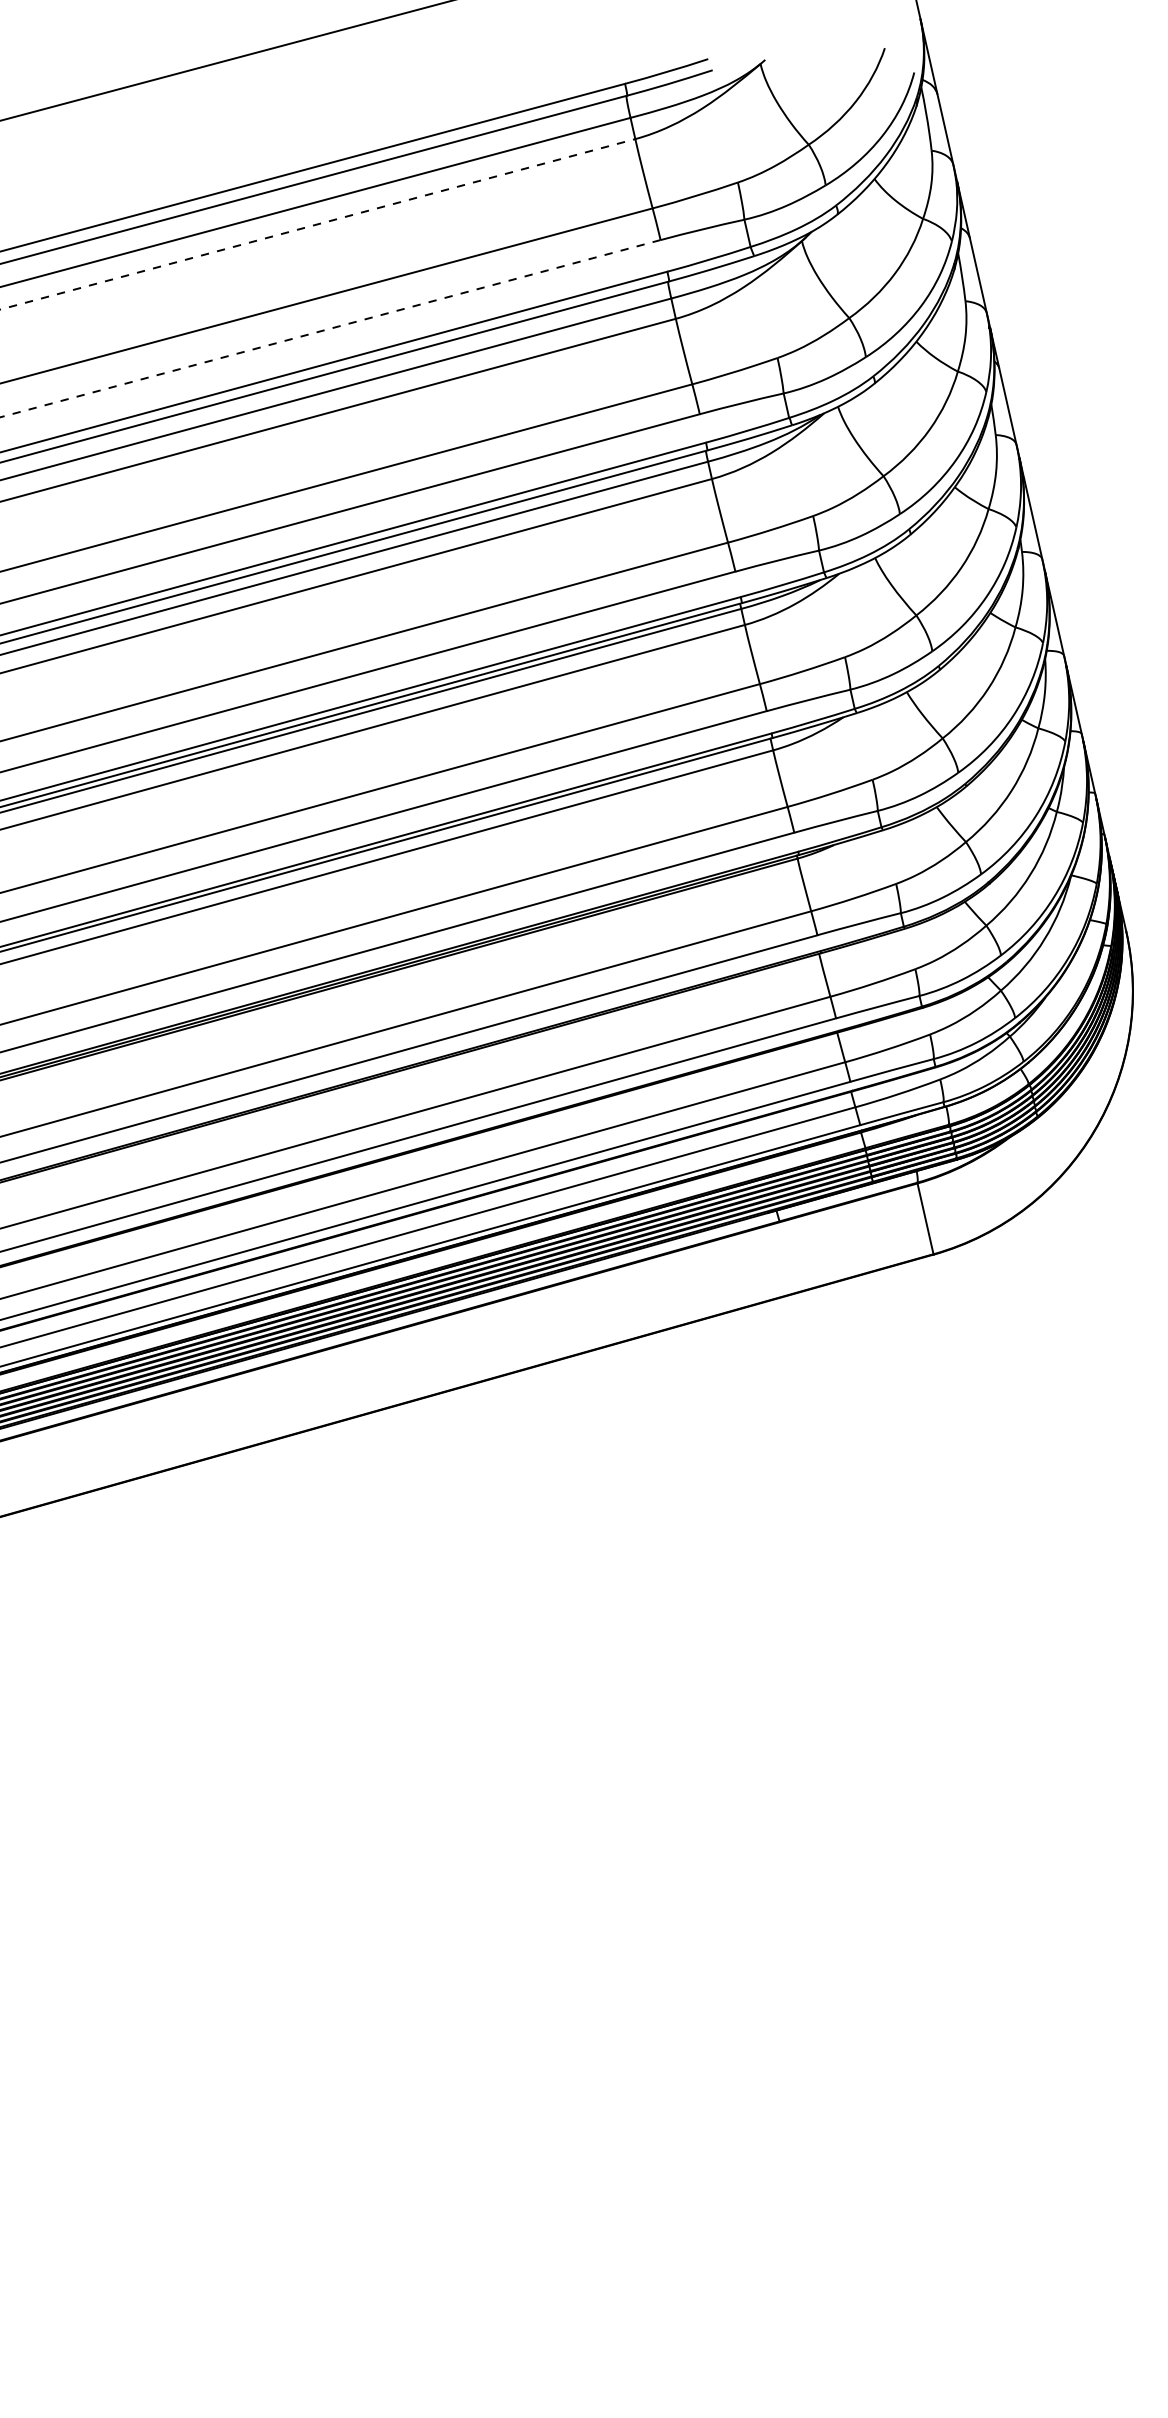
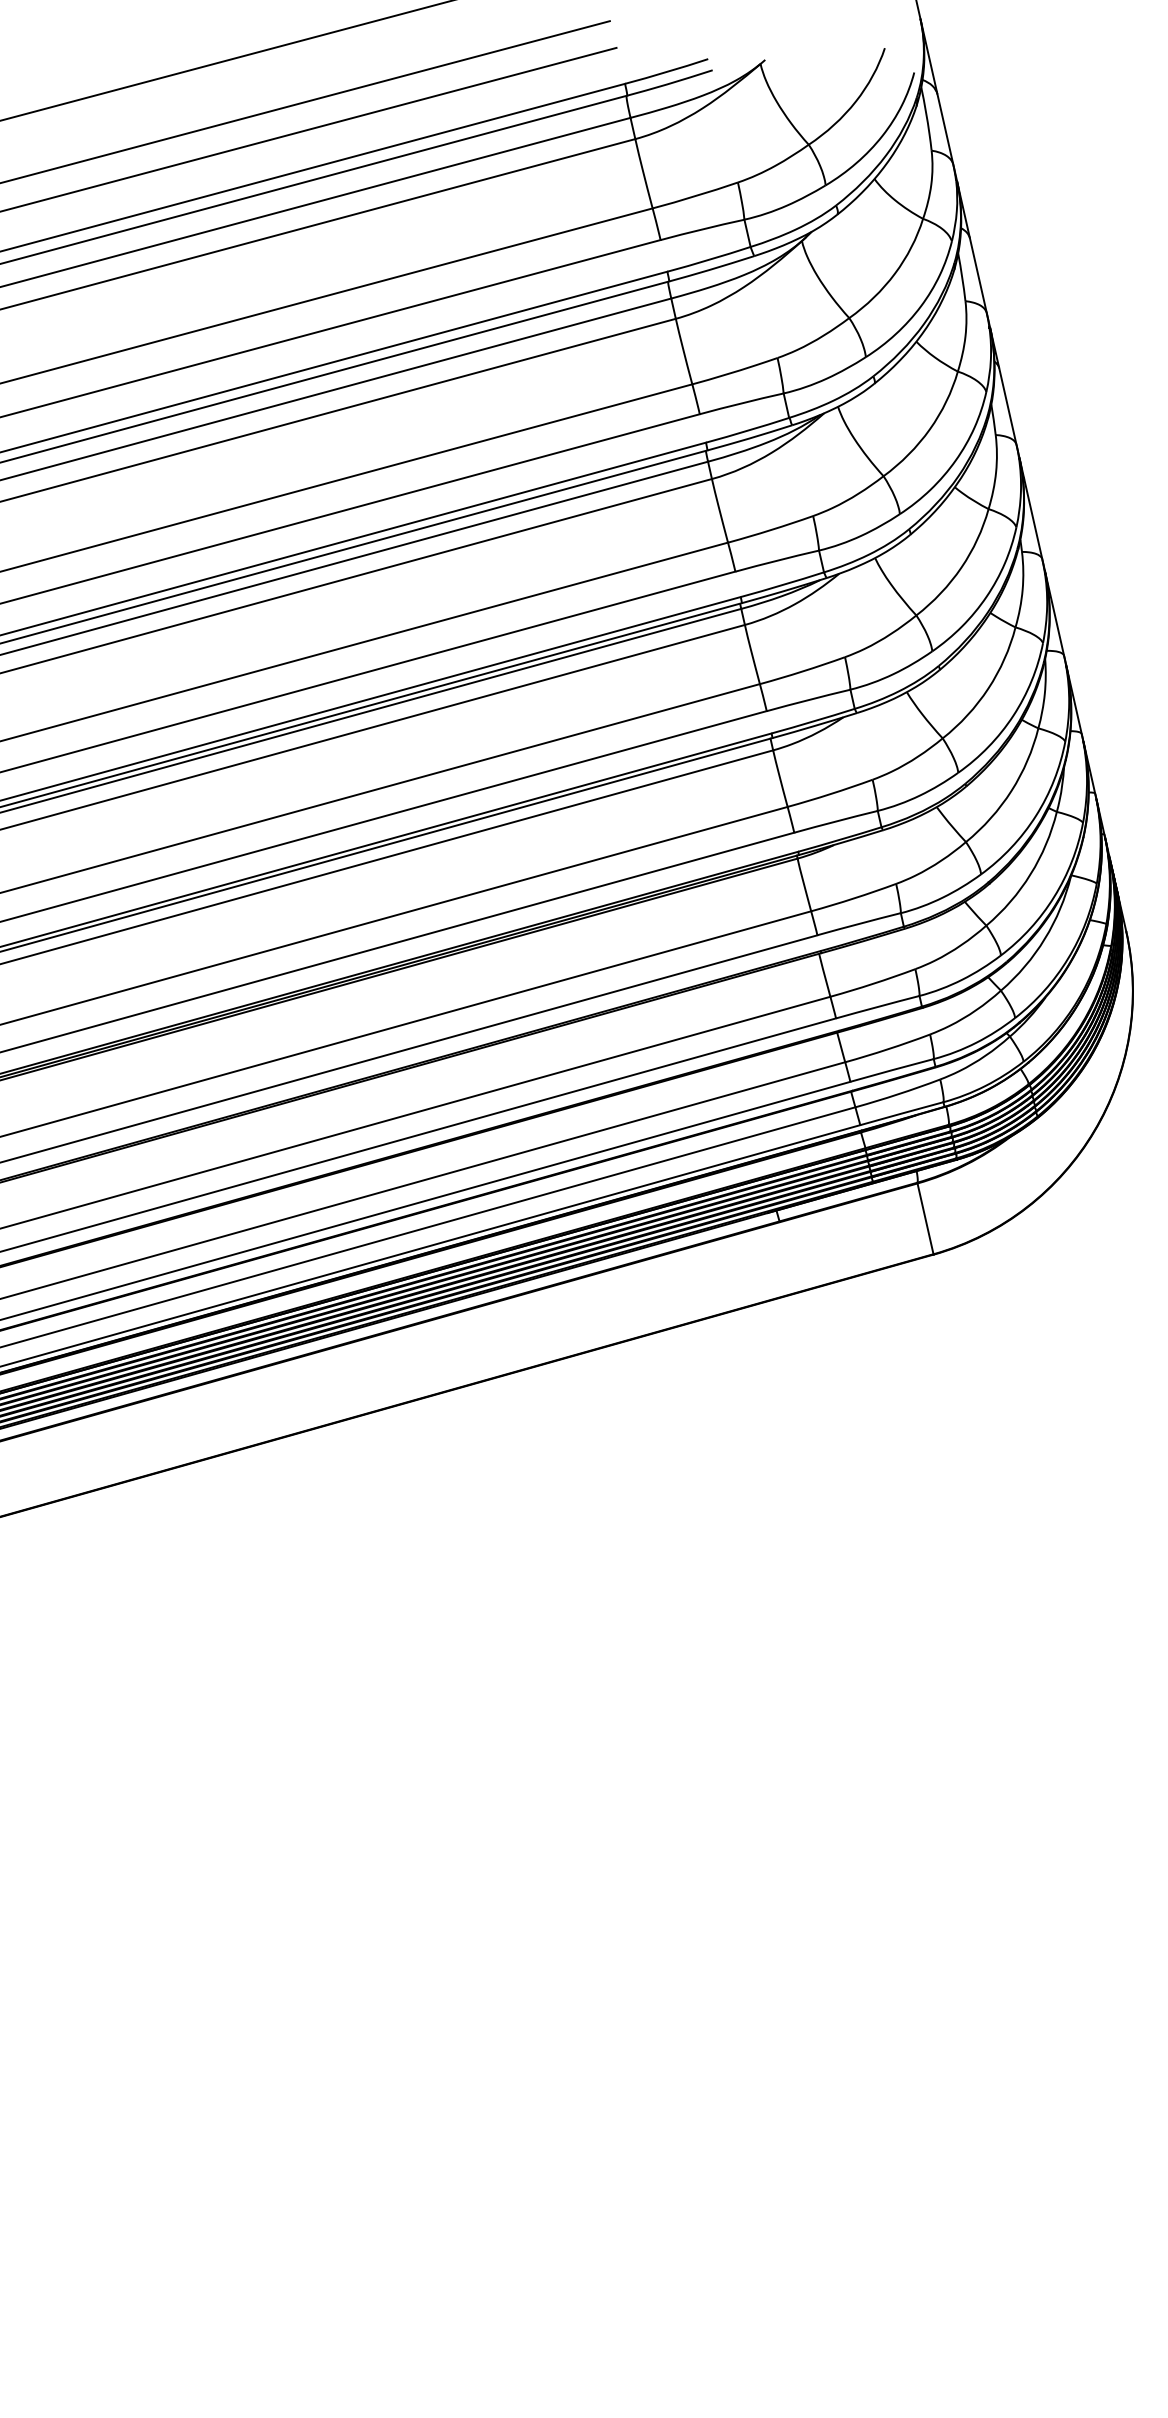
line at (305, 101): none -> present
line at (309, 129): none -> present
line at (318, 224): dashed -> solid
line at (330, 328): dashed -> solid
